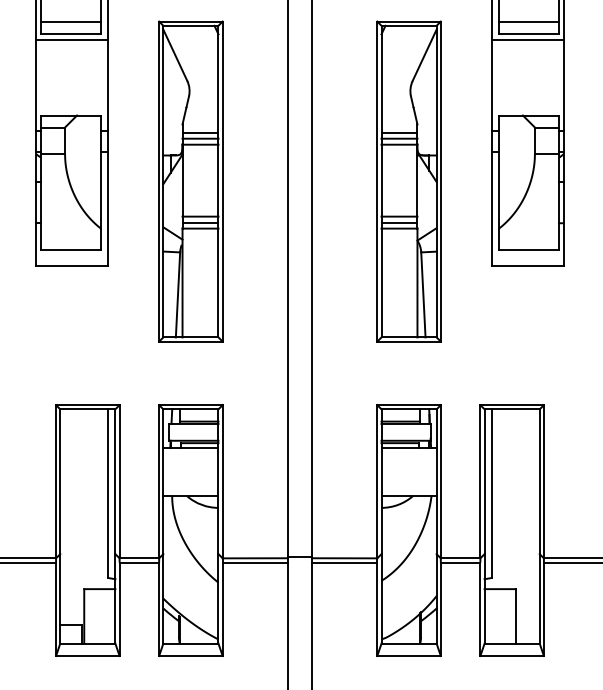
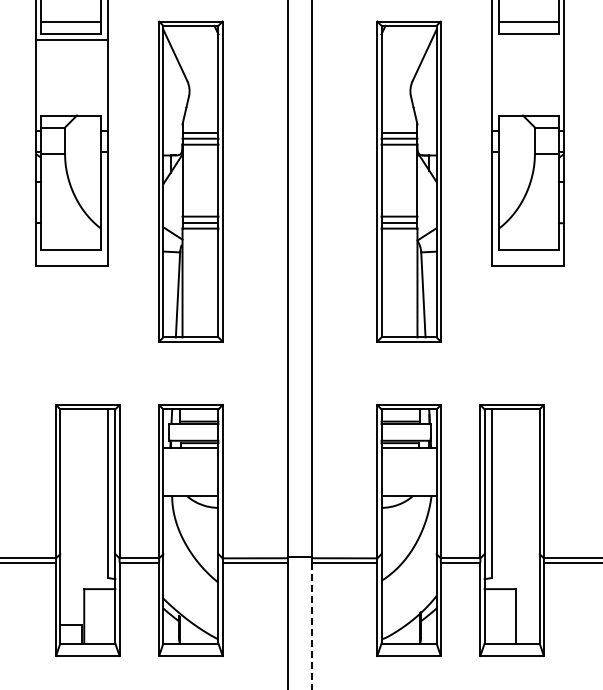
line at (527, 40): present -> none
line at (311, 626): solid -> dashed
